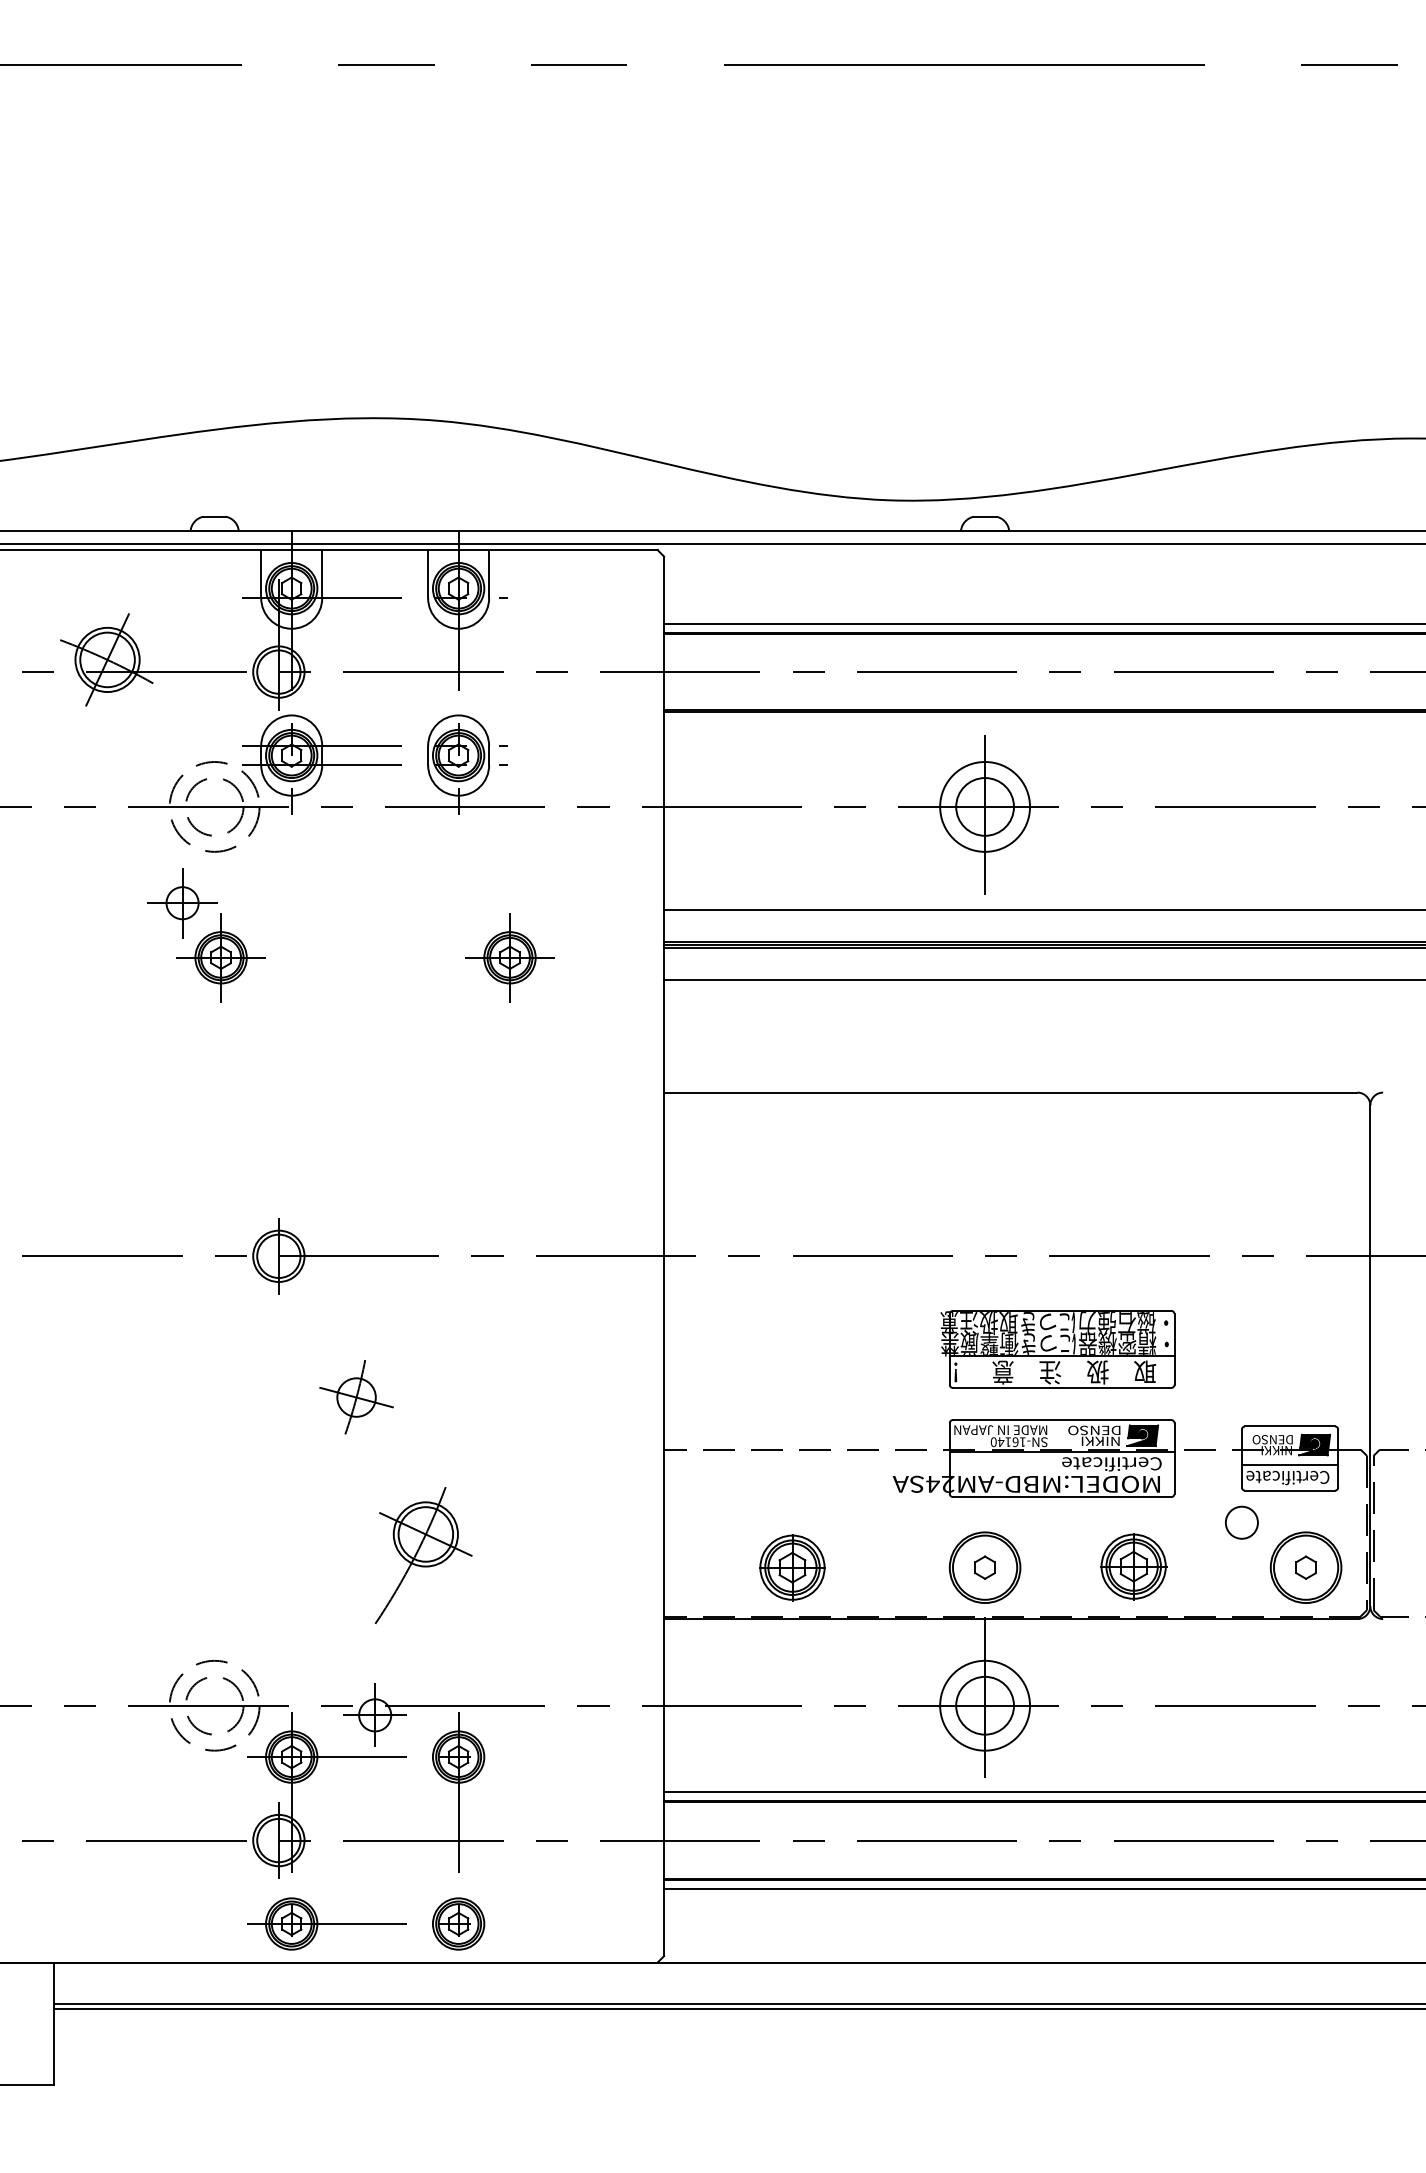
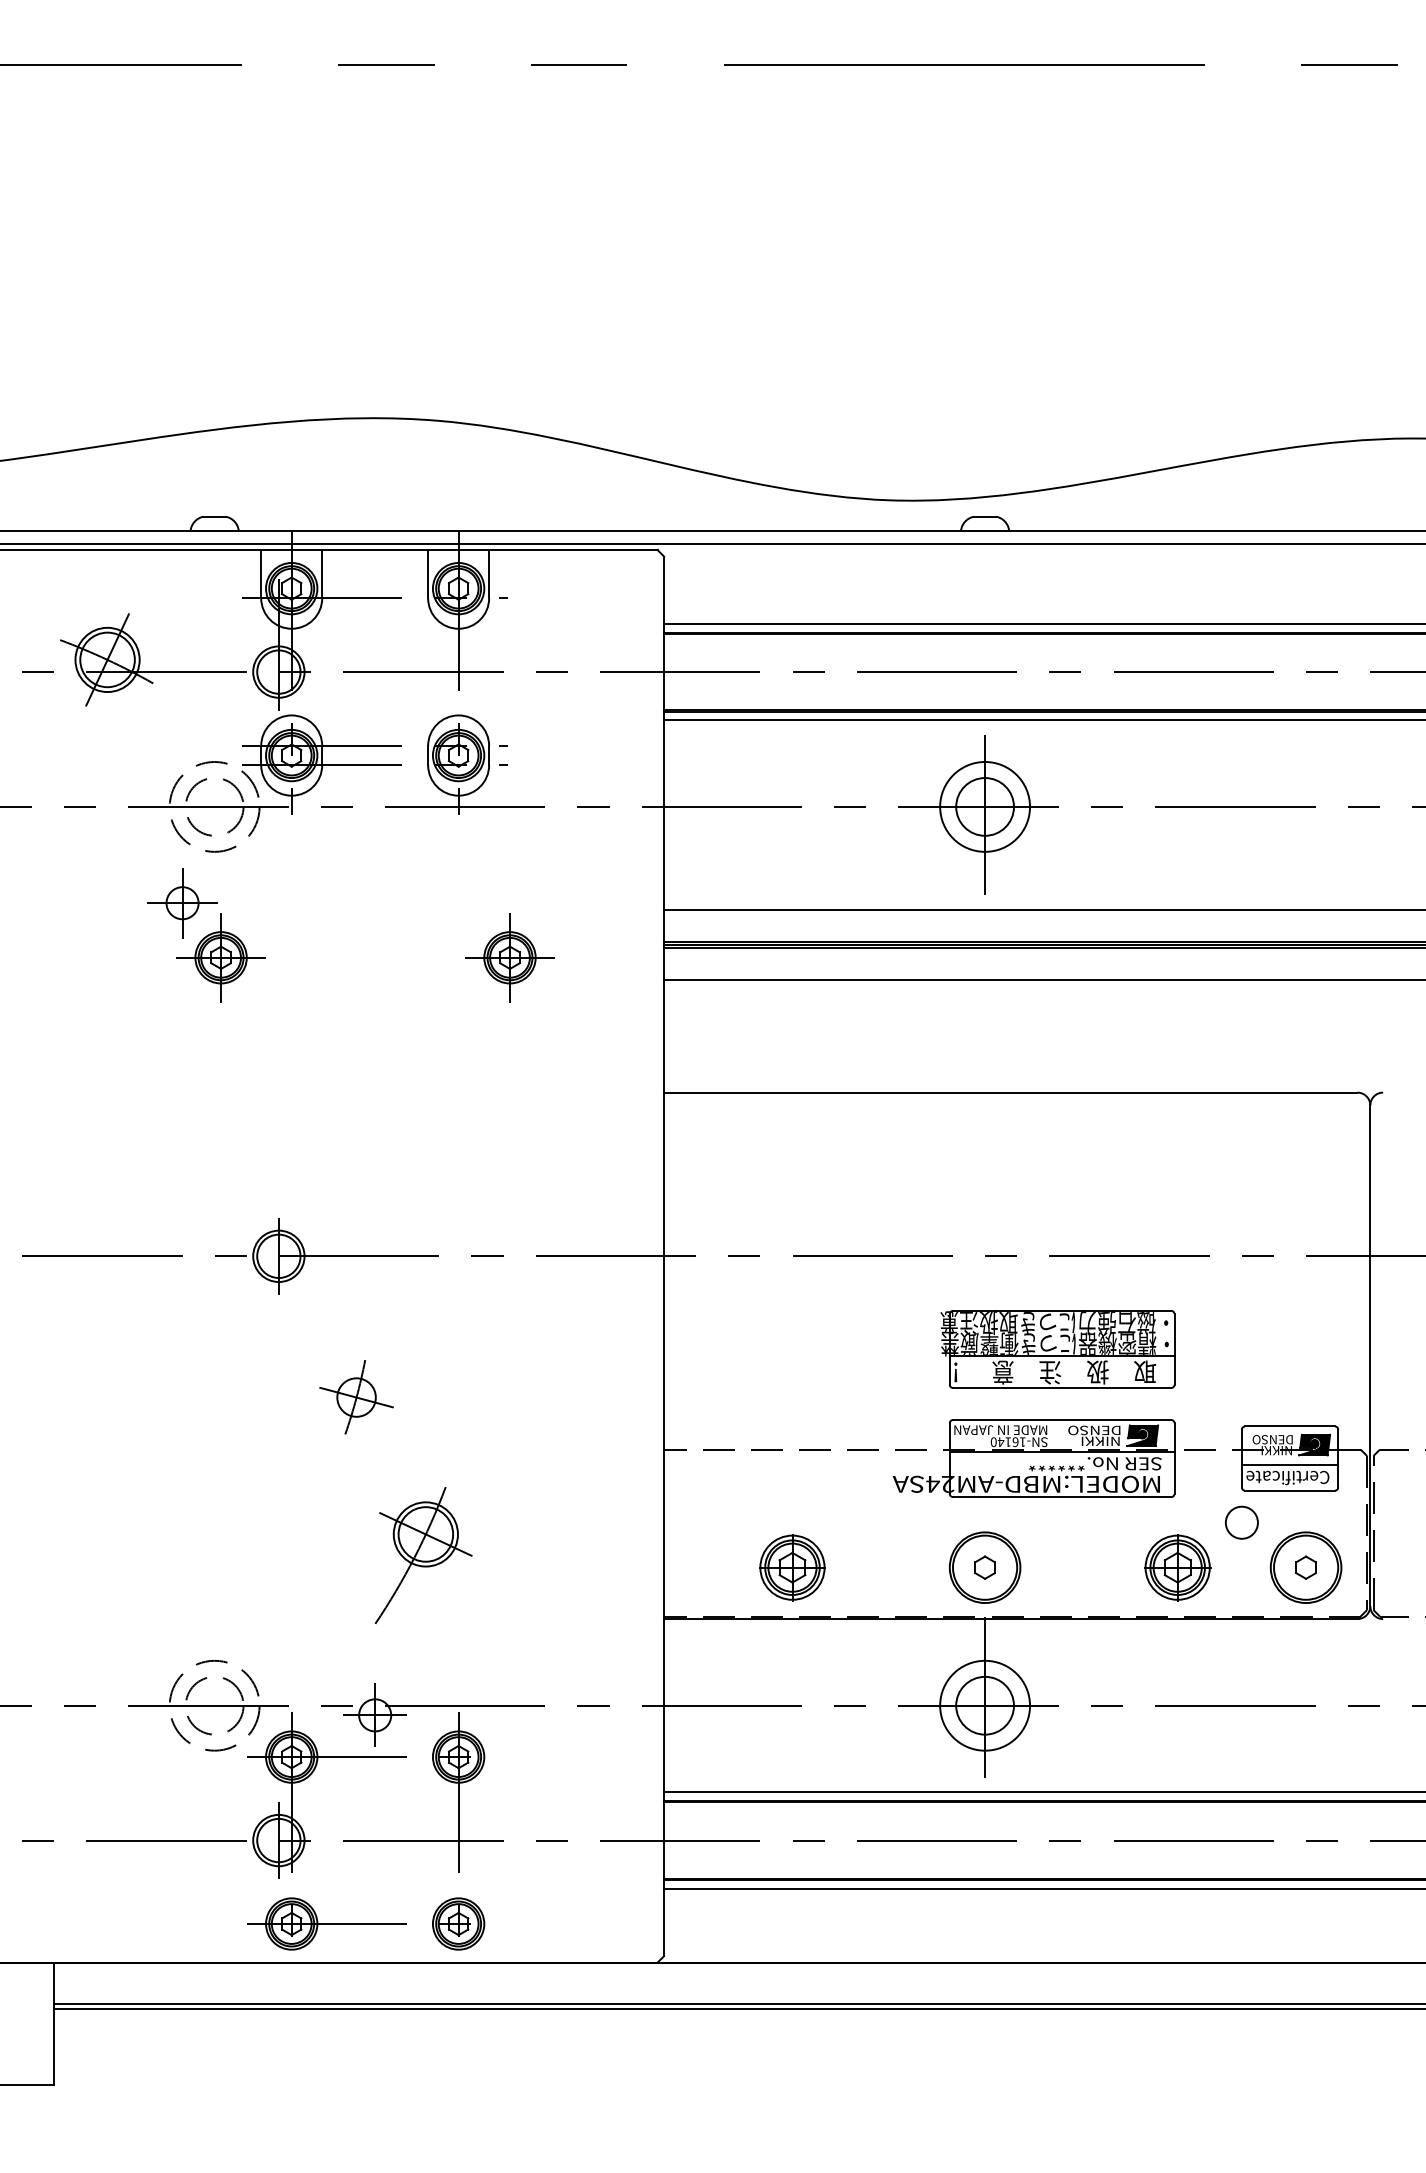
line at (1043, 720): none -> present
text at (1095, 1464): Certificate -> SER No.******
part at (1133, 1566) position: (1133, 1566) -> (1177, 1567)
